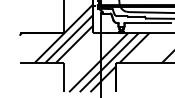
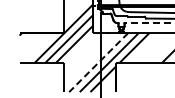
line at (147, 23): solid -> dashed
line at (98, 62): solid -> dashed
